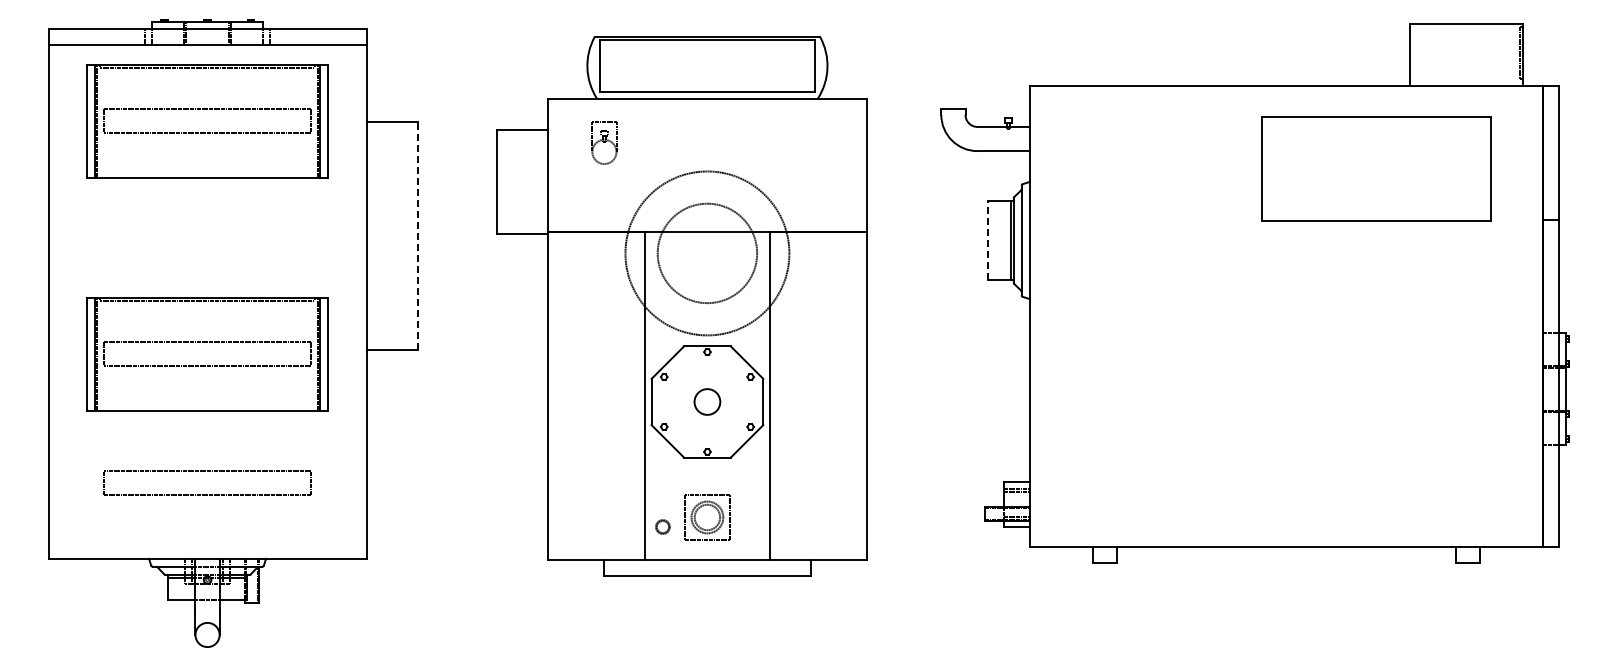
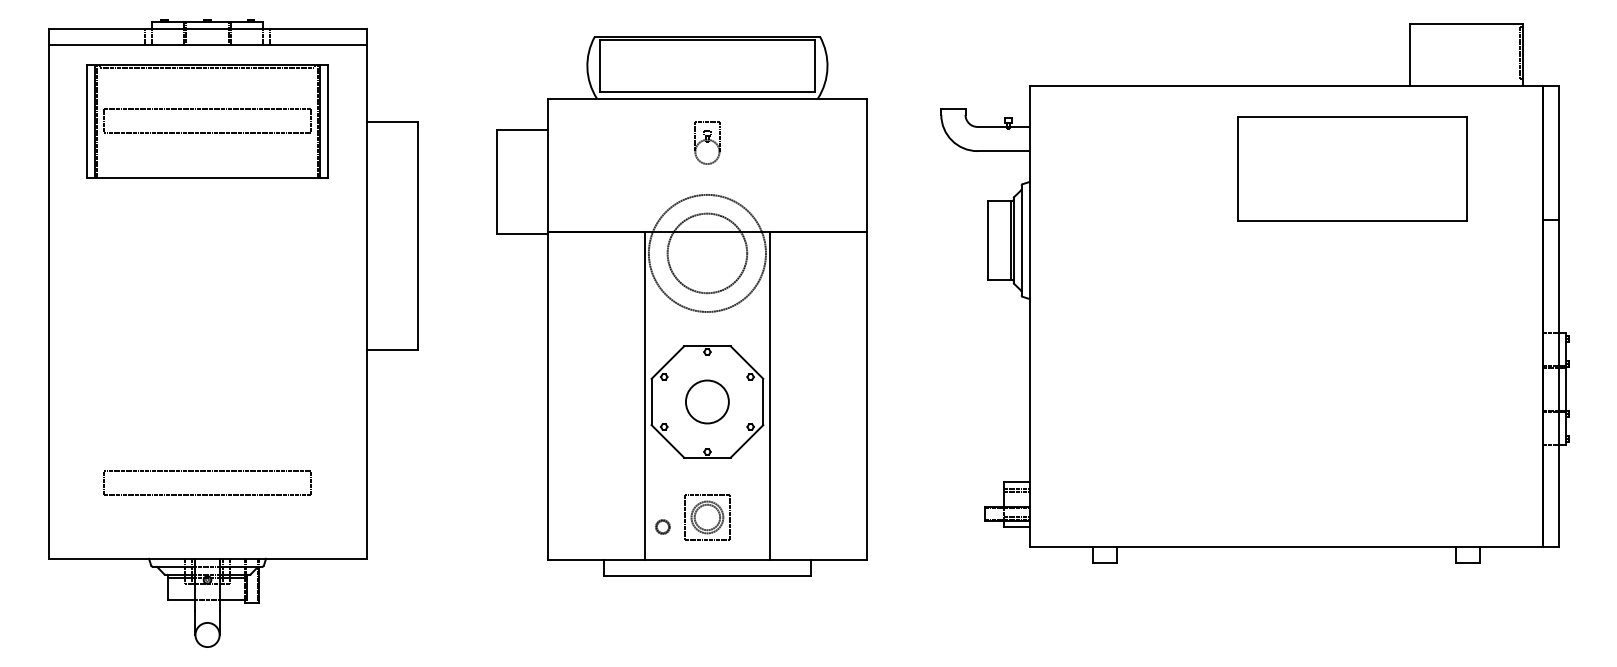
part at (604, 142) position: (604, 142) -> (707, 142)
part at (1376, 168) position: (1376, 168) -> (1352, 168)
line at (417, 235): dashed -> solid
line at (988, 240): dashed -> solid
circle at (707, 253) diameter: 164 px -> 117 px
circle at (707, 253) diameter: 99 px -> 80 px
part at (207, 354): present -> none
circle at (707, 401) diameter: 26 px -> 43 px
